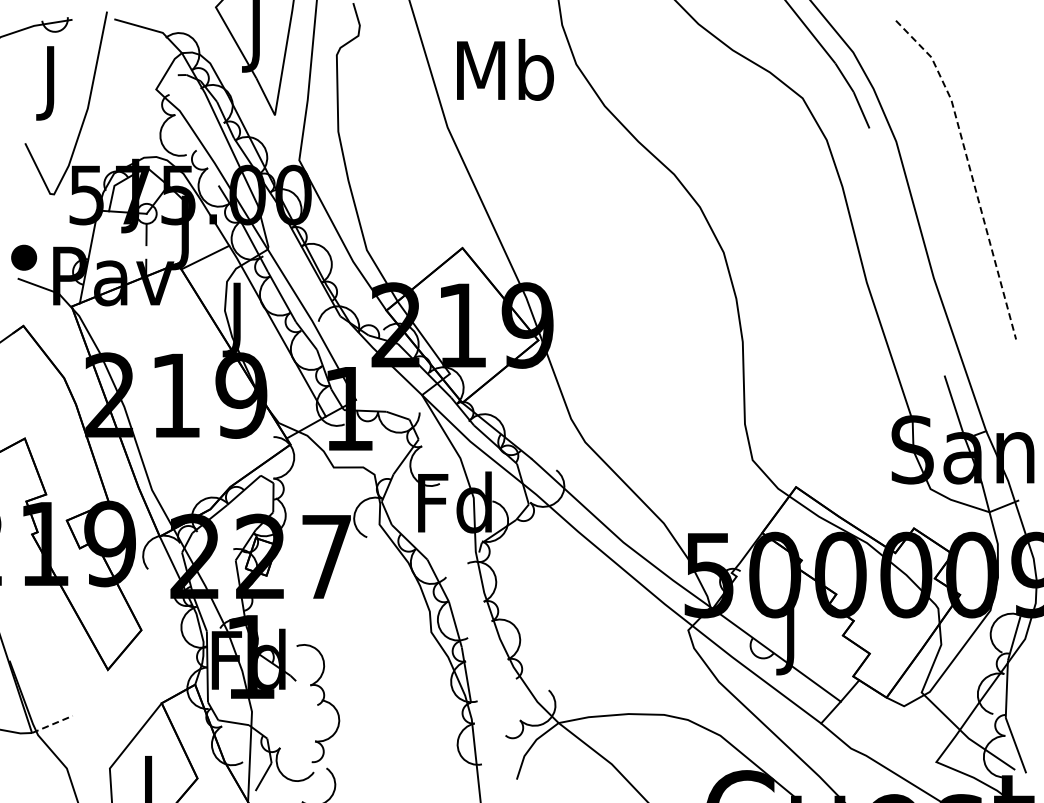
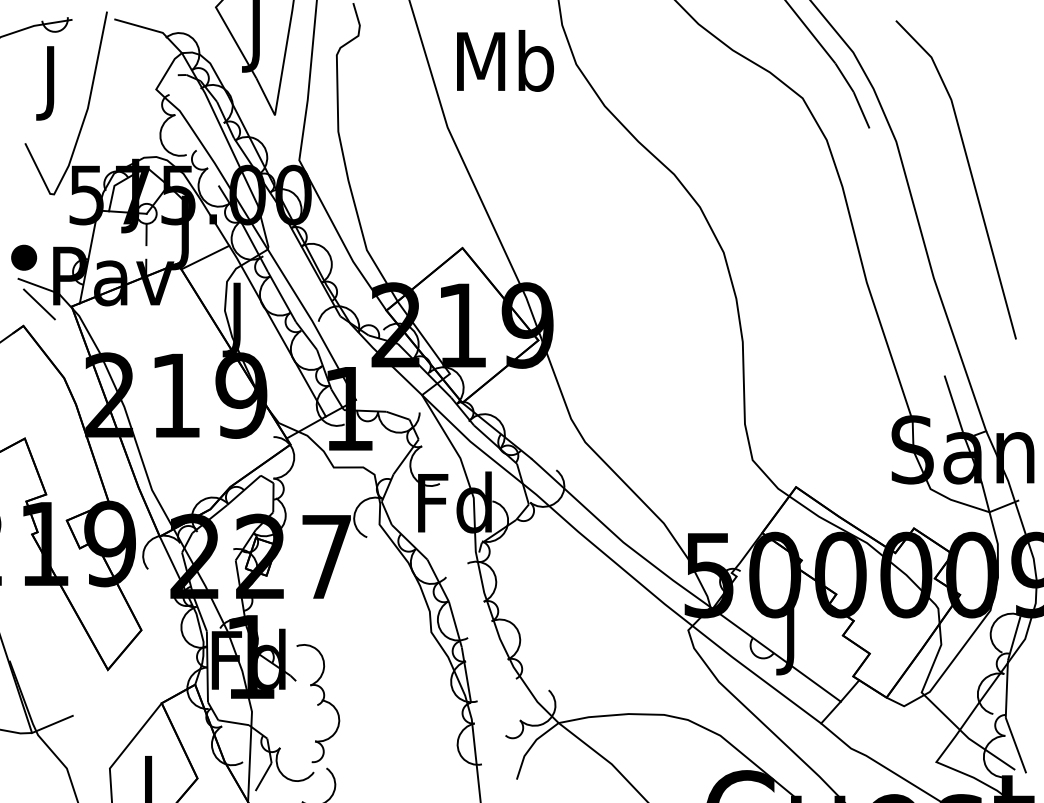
text at (505, 69) position: (505, 69) -> (505, 60)
line at (970, 171): dashed -> solid
line at (39, 304): none -> present
line at (52, 724): dashed -> solid
